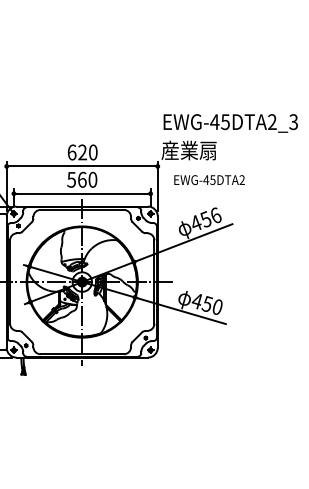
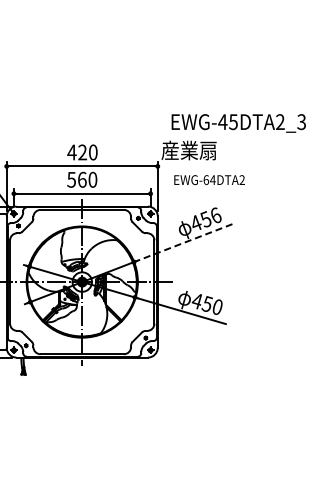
text at (230, 123) position: (230, 123) -> (238, 123)
text at (71, 152): 620 -> 420
text at (209, 180): EWG-45DTA2 -> EWG-64DTA2
line at (184, 242): solid -> dashed
